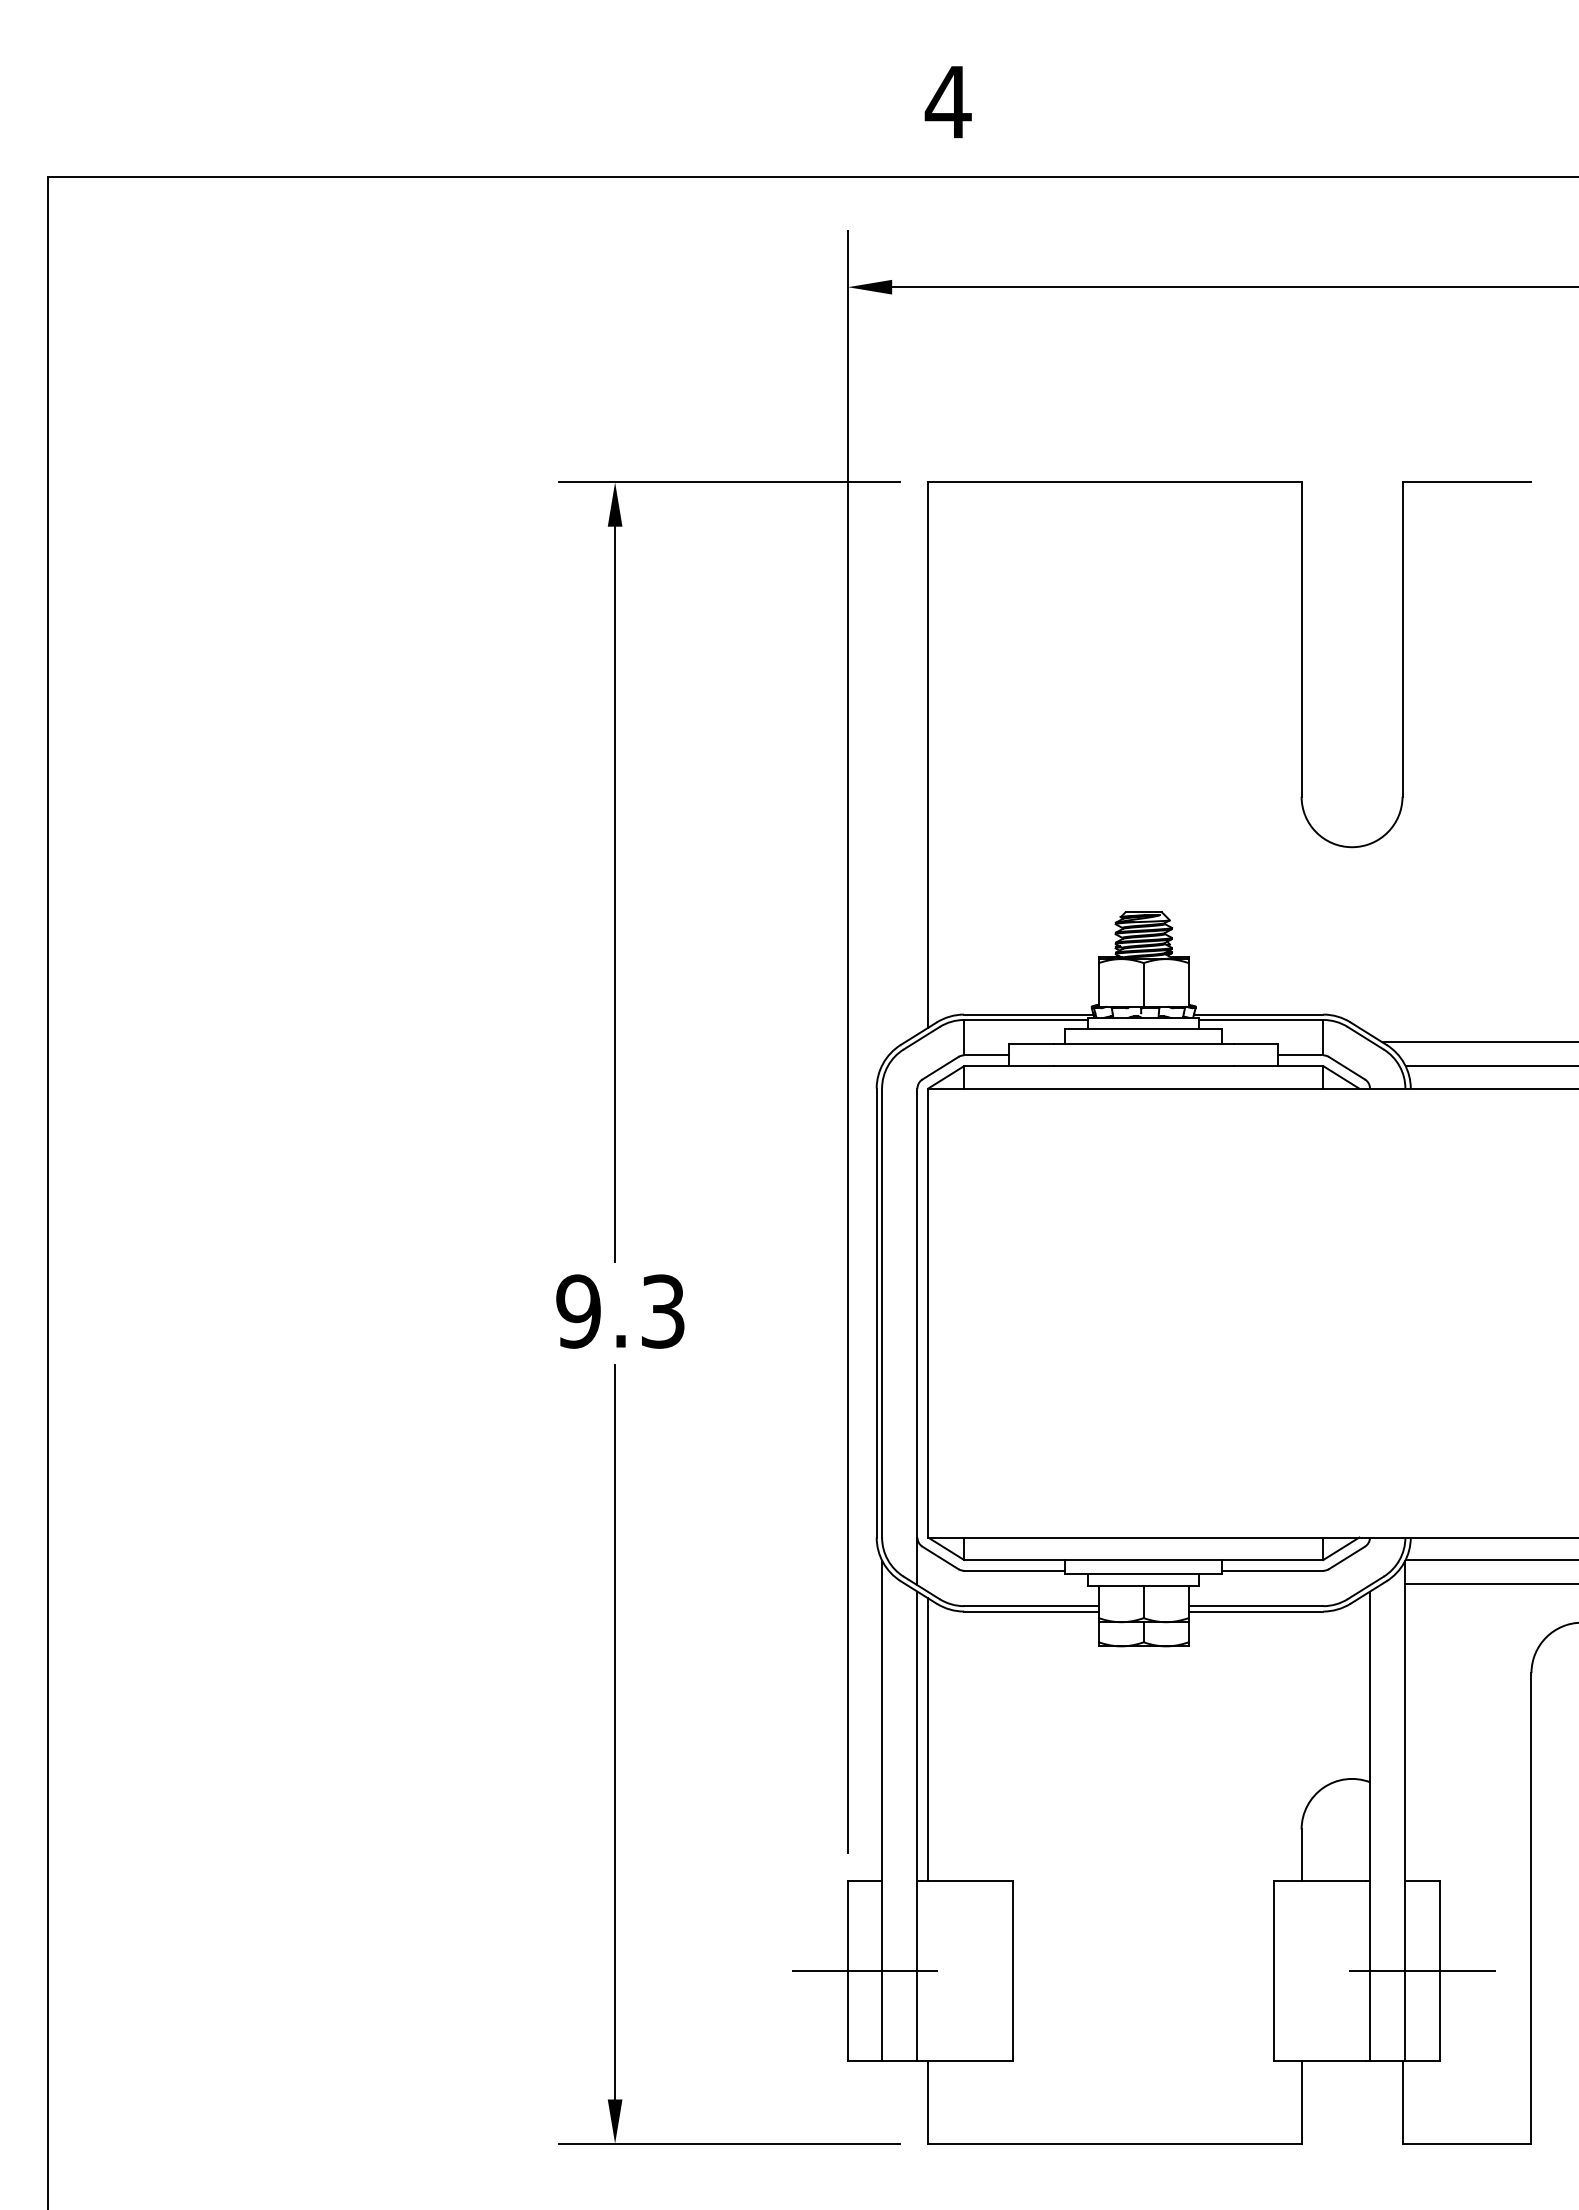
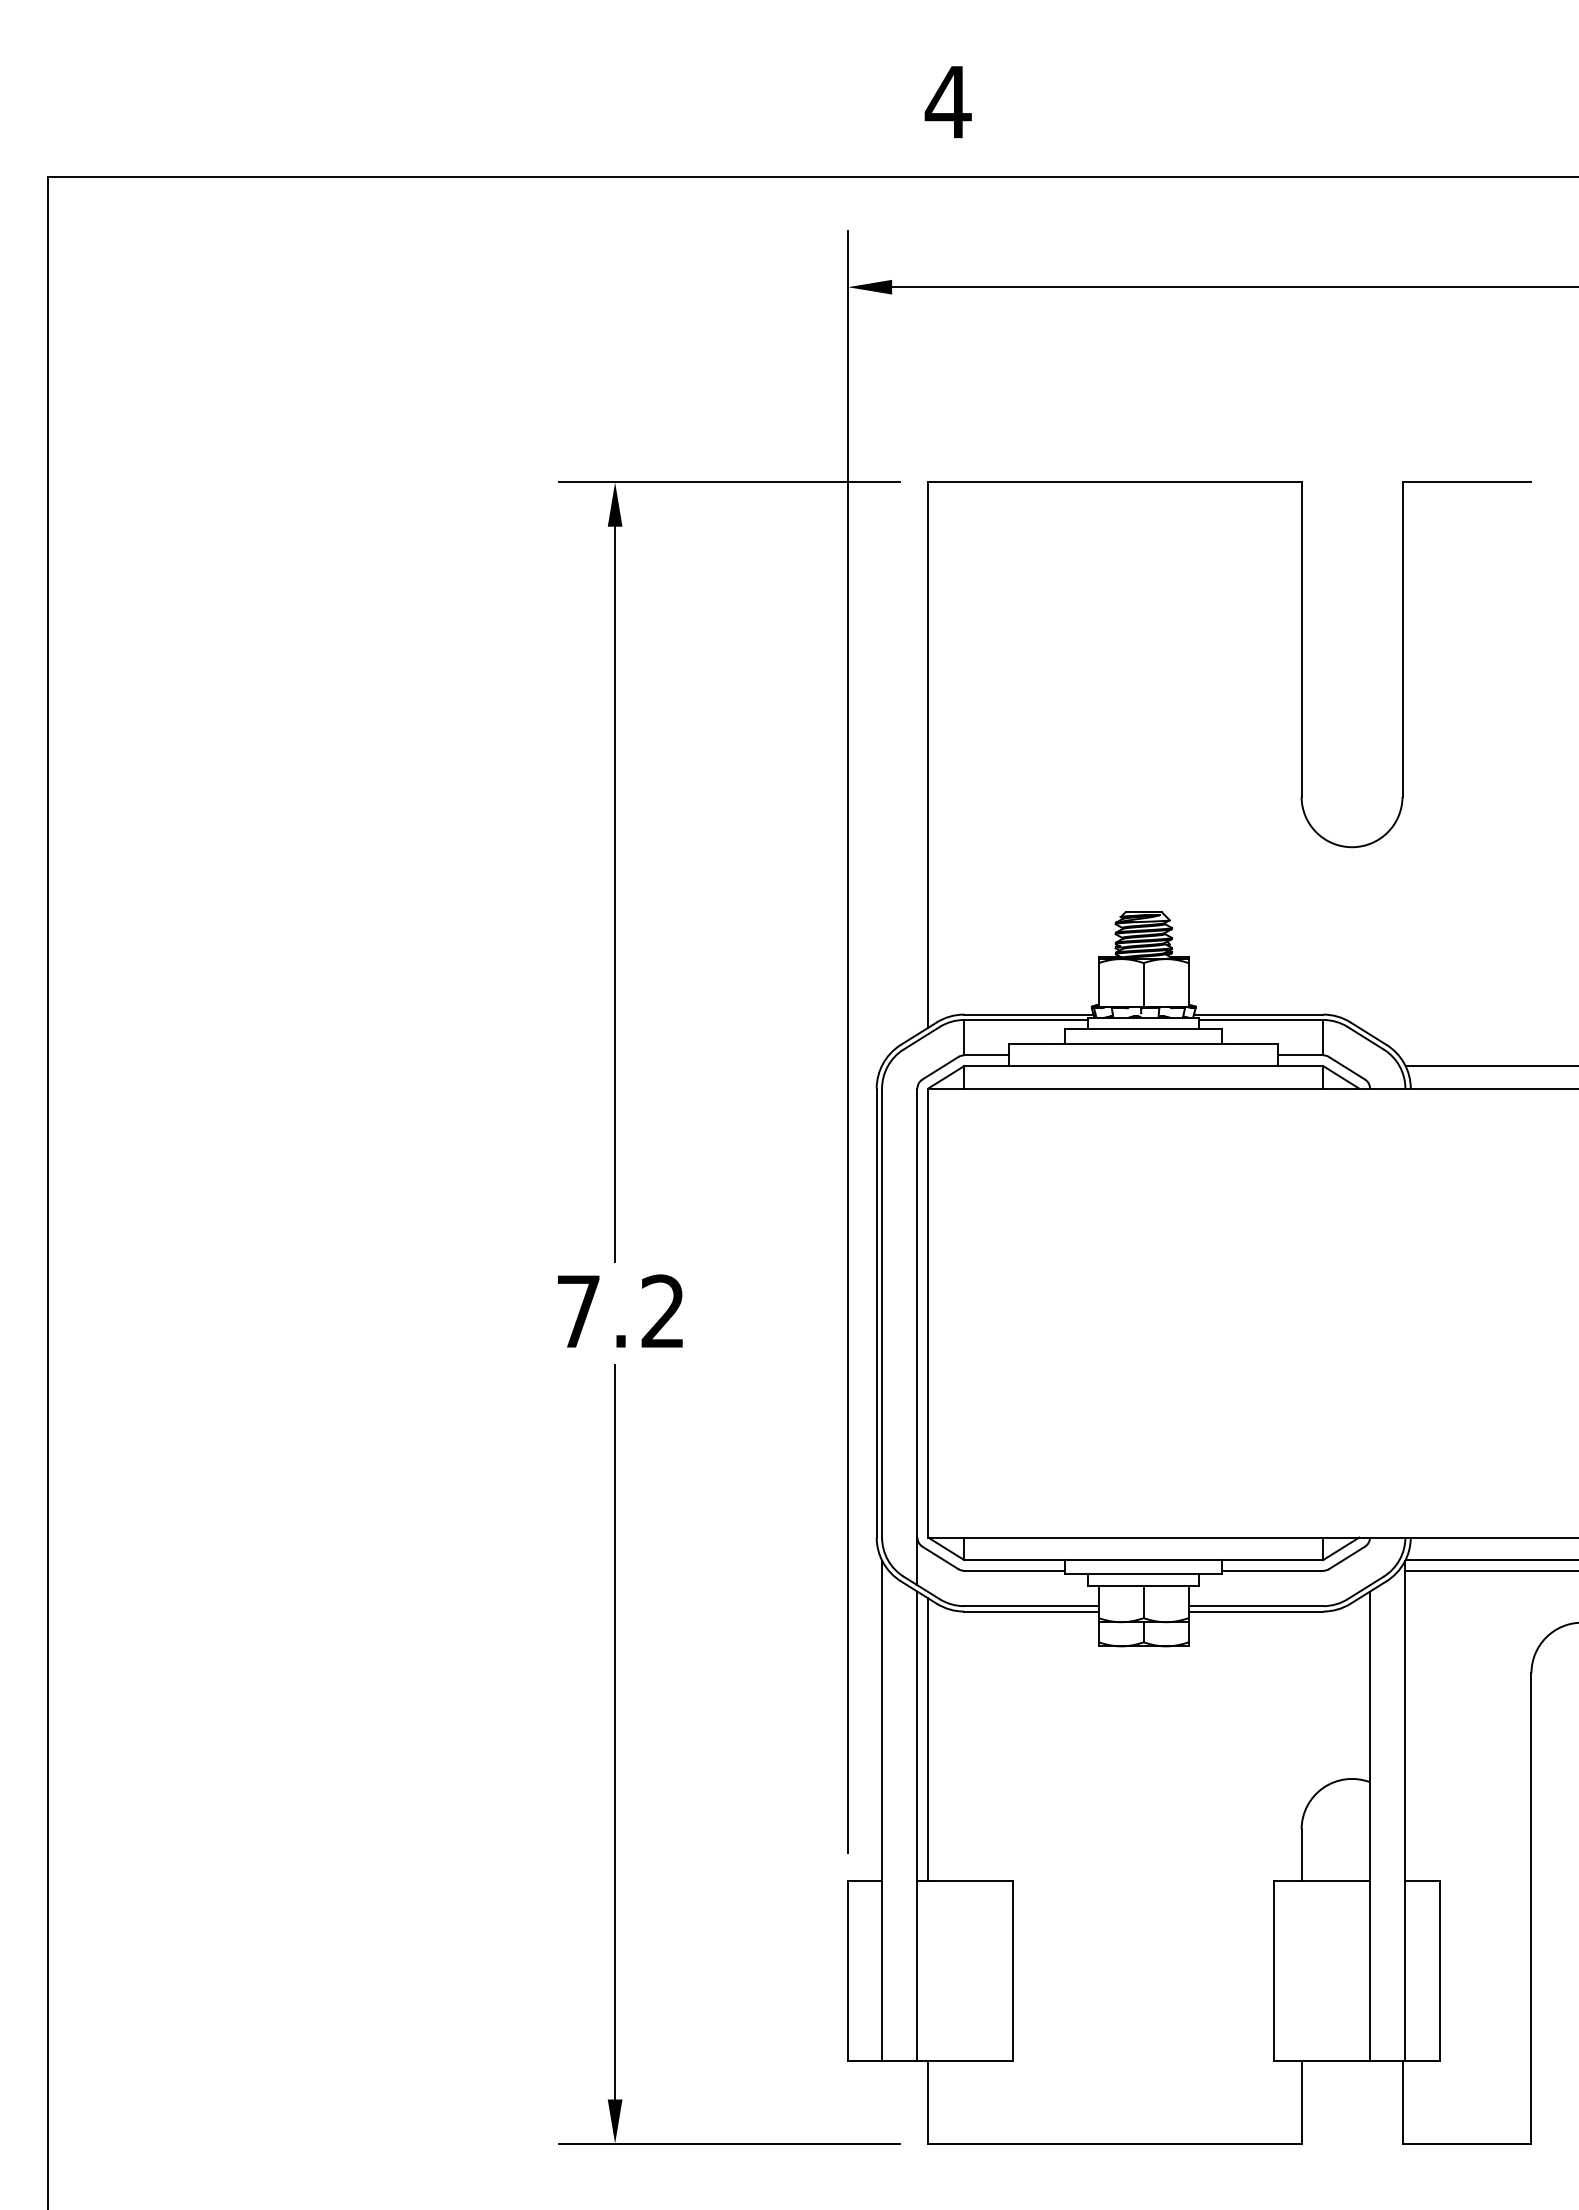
line at (1478, 1041): present -> none
text at (620, 1311): 9.3 -> 7.2
line at (1490, 1584) position: (1490, 1584) -> (1490, 1571)
line at (864, 1970): present -> none
line at (1422, 1970): present -> none
